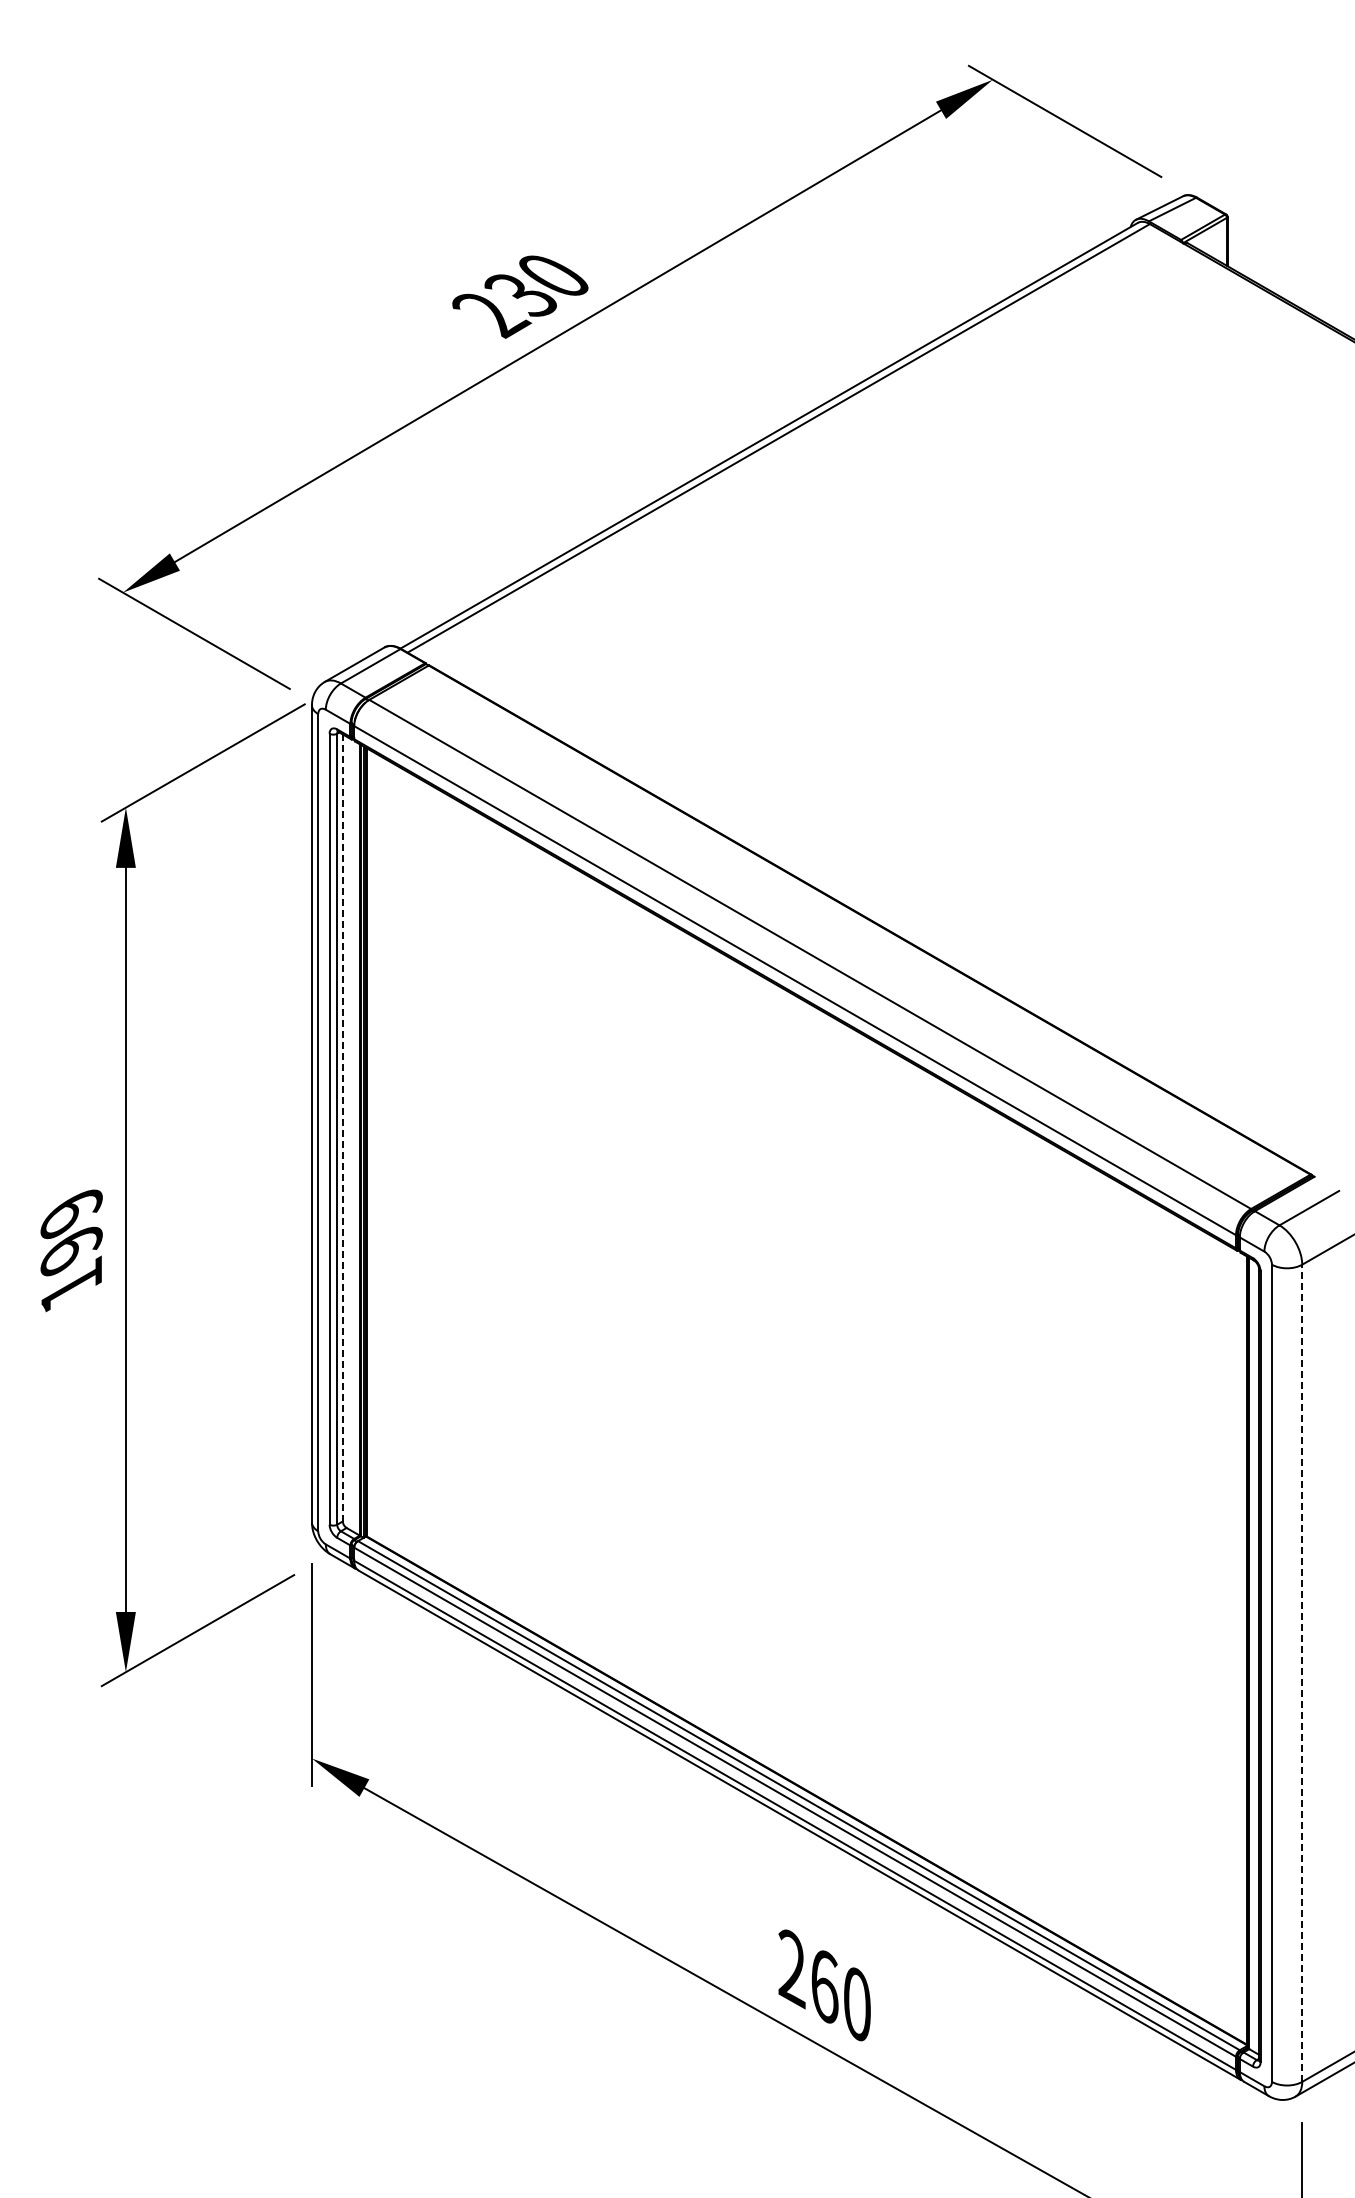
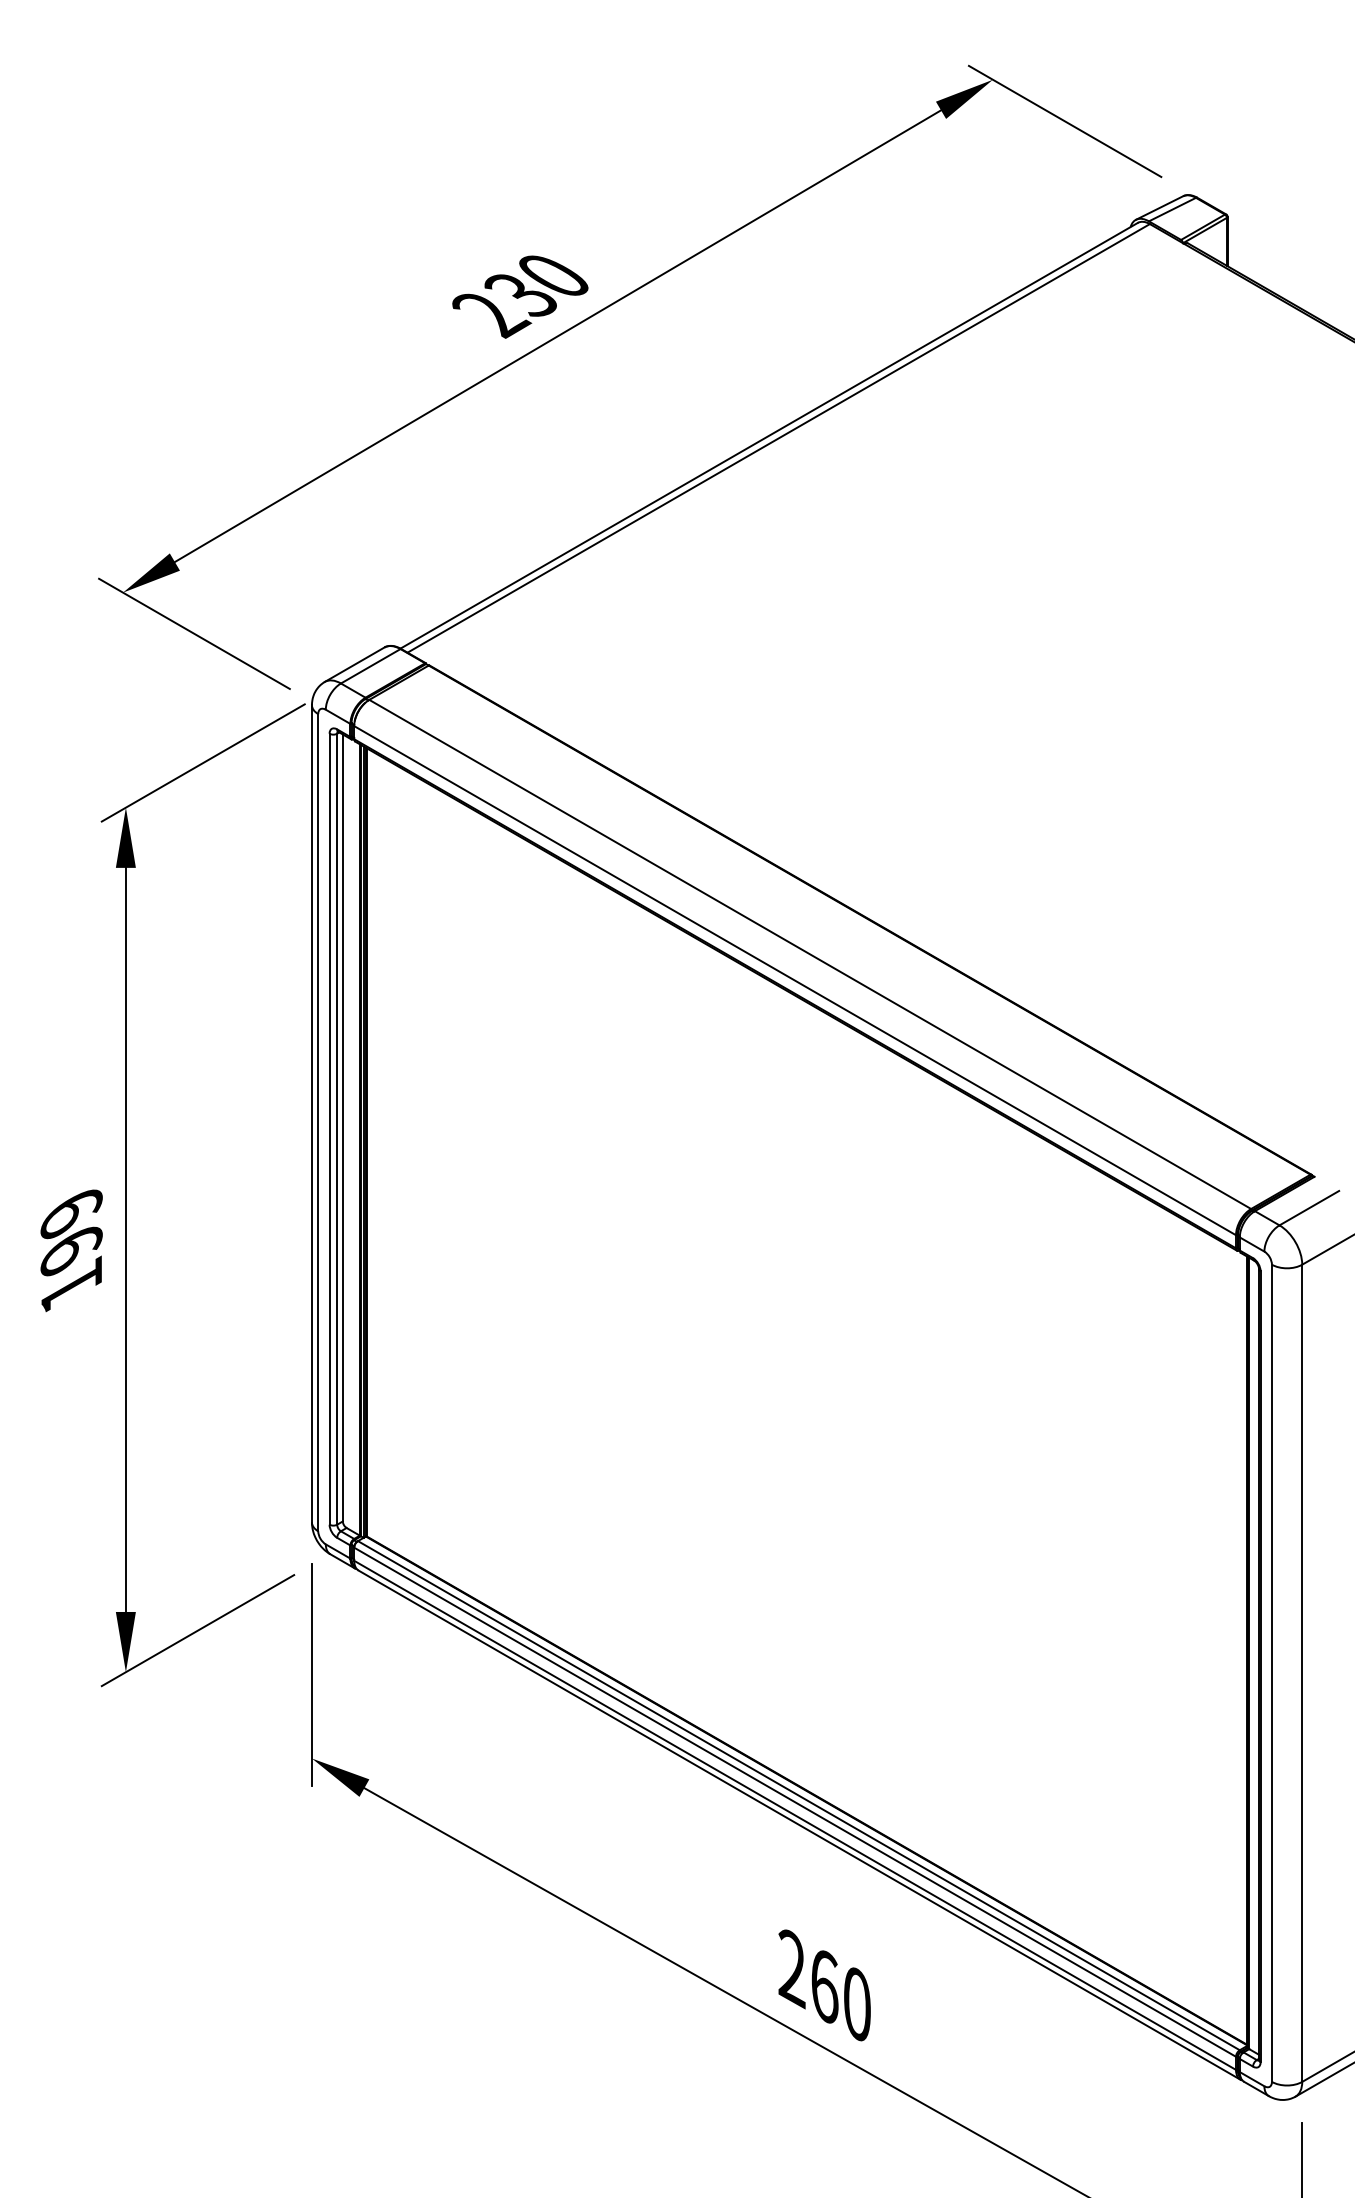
line at (342, 1128): dashed -> solid
line at (1302, 1673): dashed -> solid
